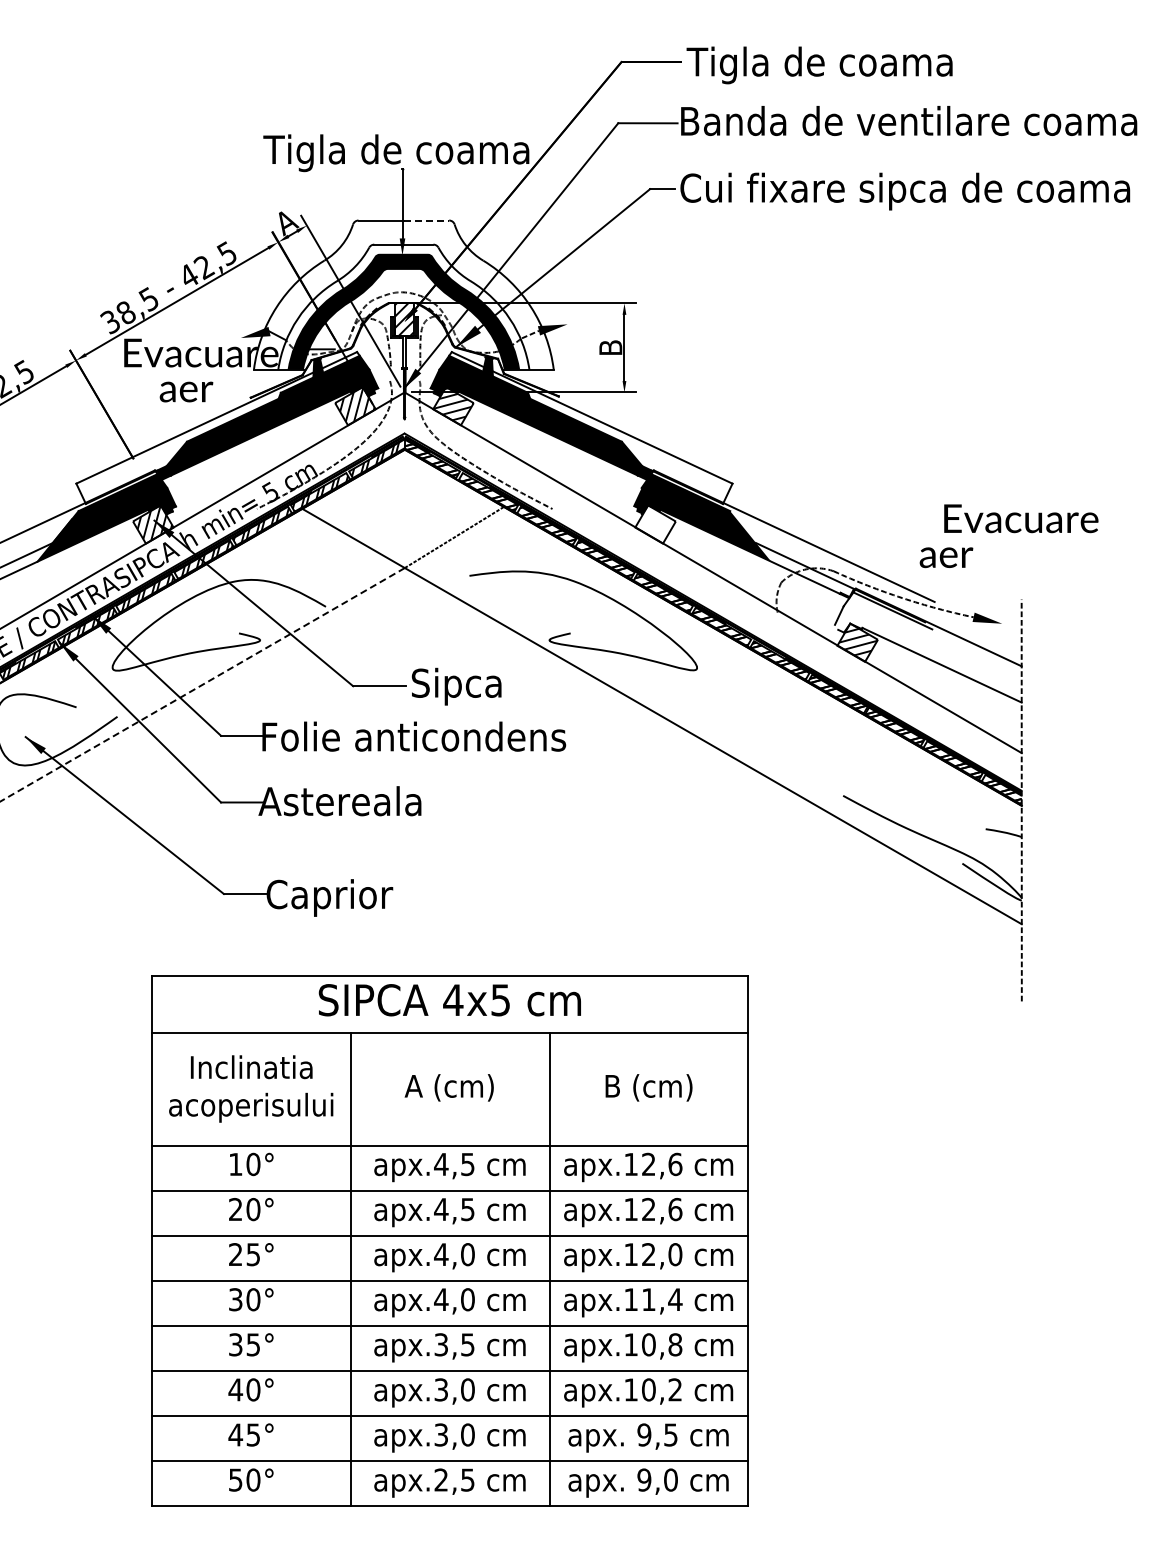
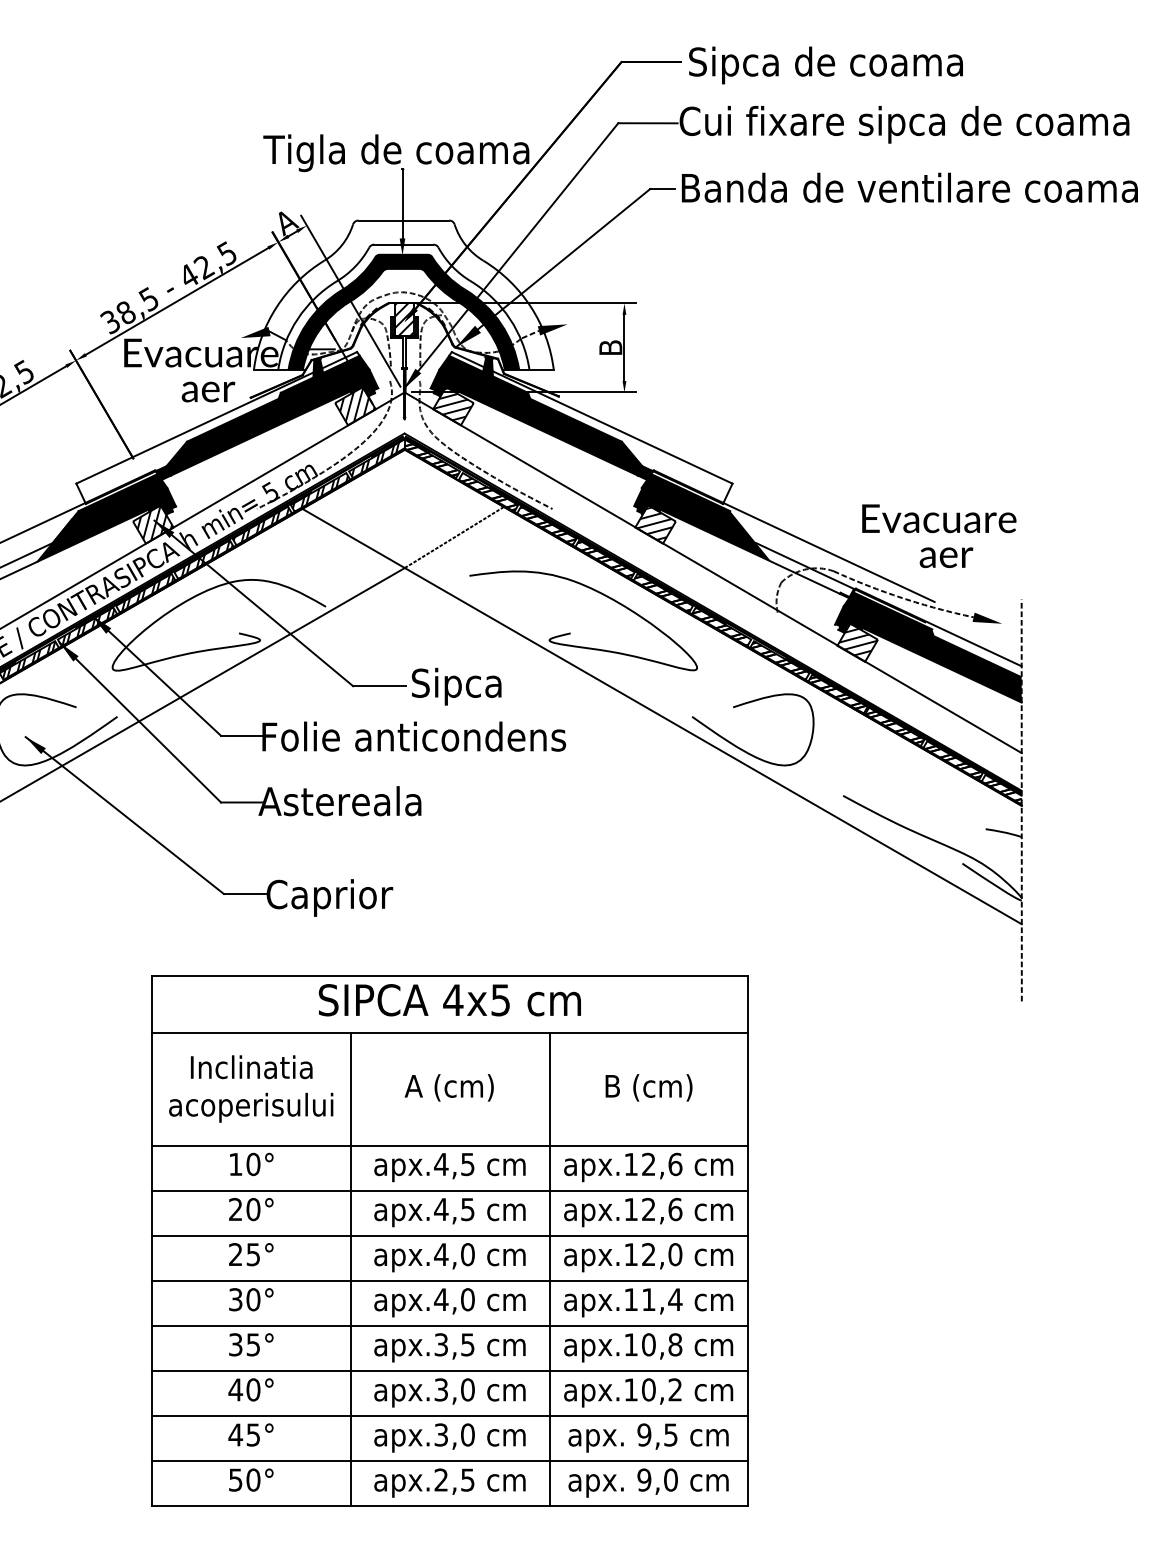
text at (824, 65): Tigla de coama -> Sipca de coama
text at (908, 124): Banda de ventilare coama -> Cui fixare sipca de coama
text at (908, 191): Cui fixare sipca de coama -> Banda de ventilare coama
line at (426, 220): dashed -> solid
text at (186, 391) position: (186, 391) -> (208, 391)
text at (1021, 518) position: (1021, 518) -> (939, 518)
hatch at (654, 523): none -> present
fill at (928, 647): none -> present
line at (202, 685): dashed -> solid
curve at (740, 747): none -> present
